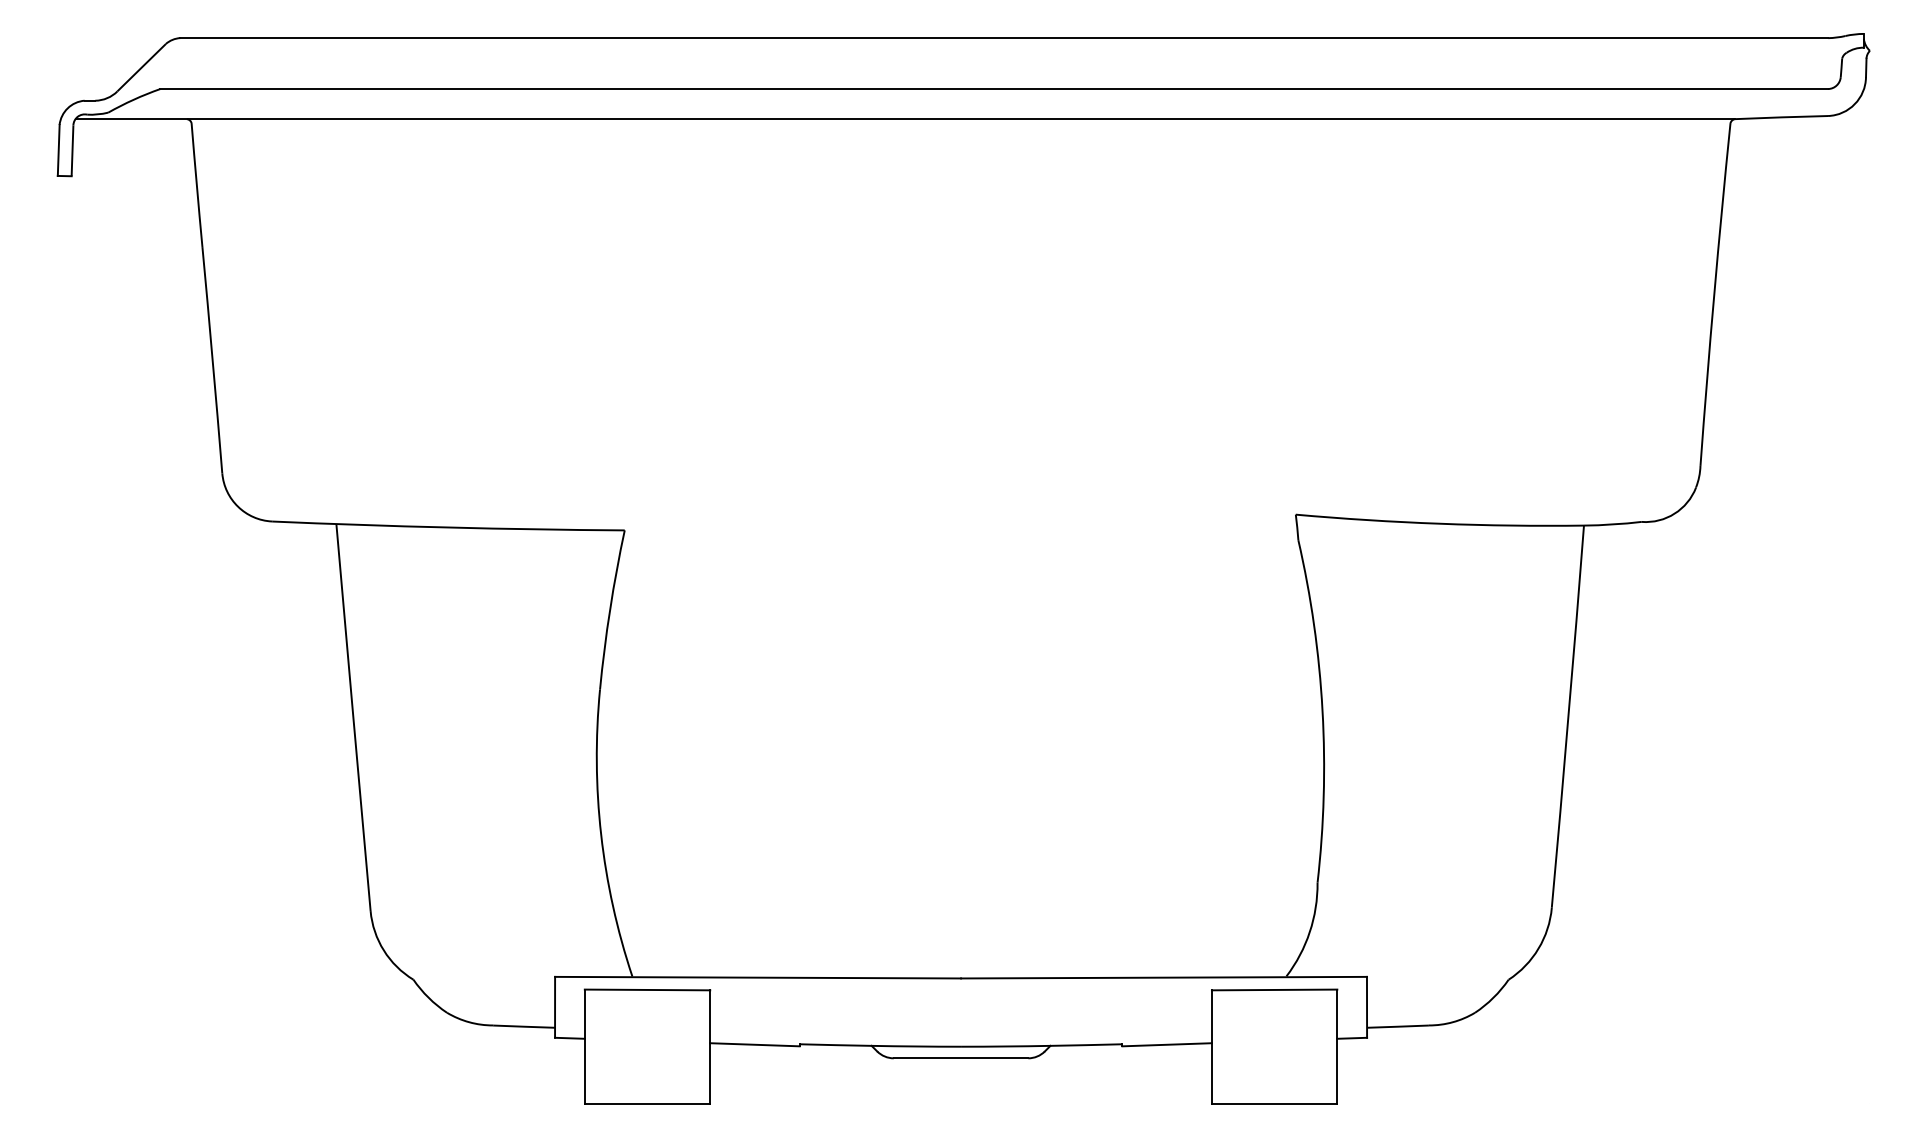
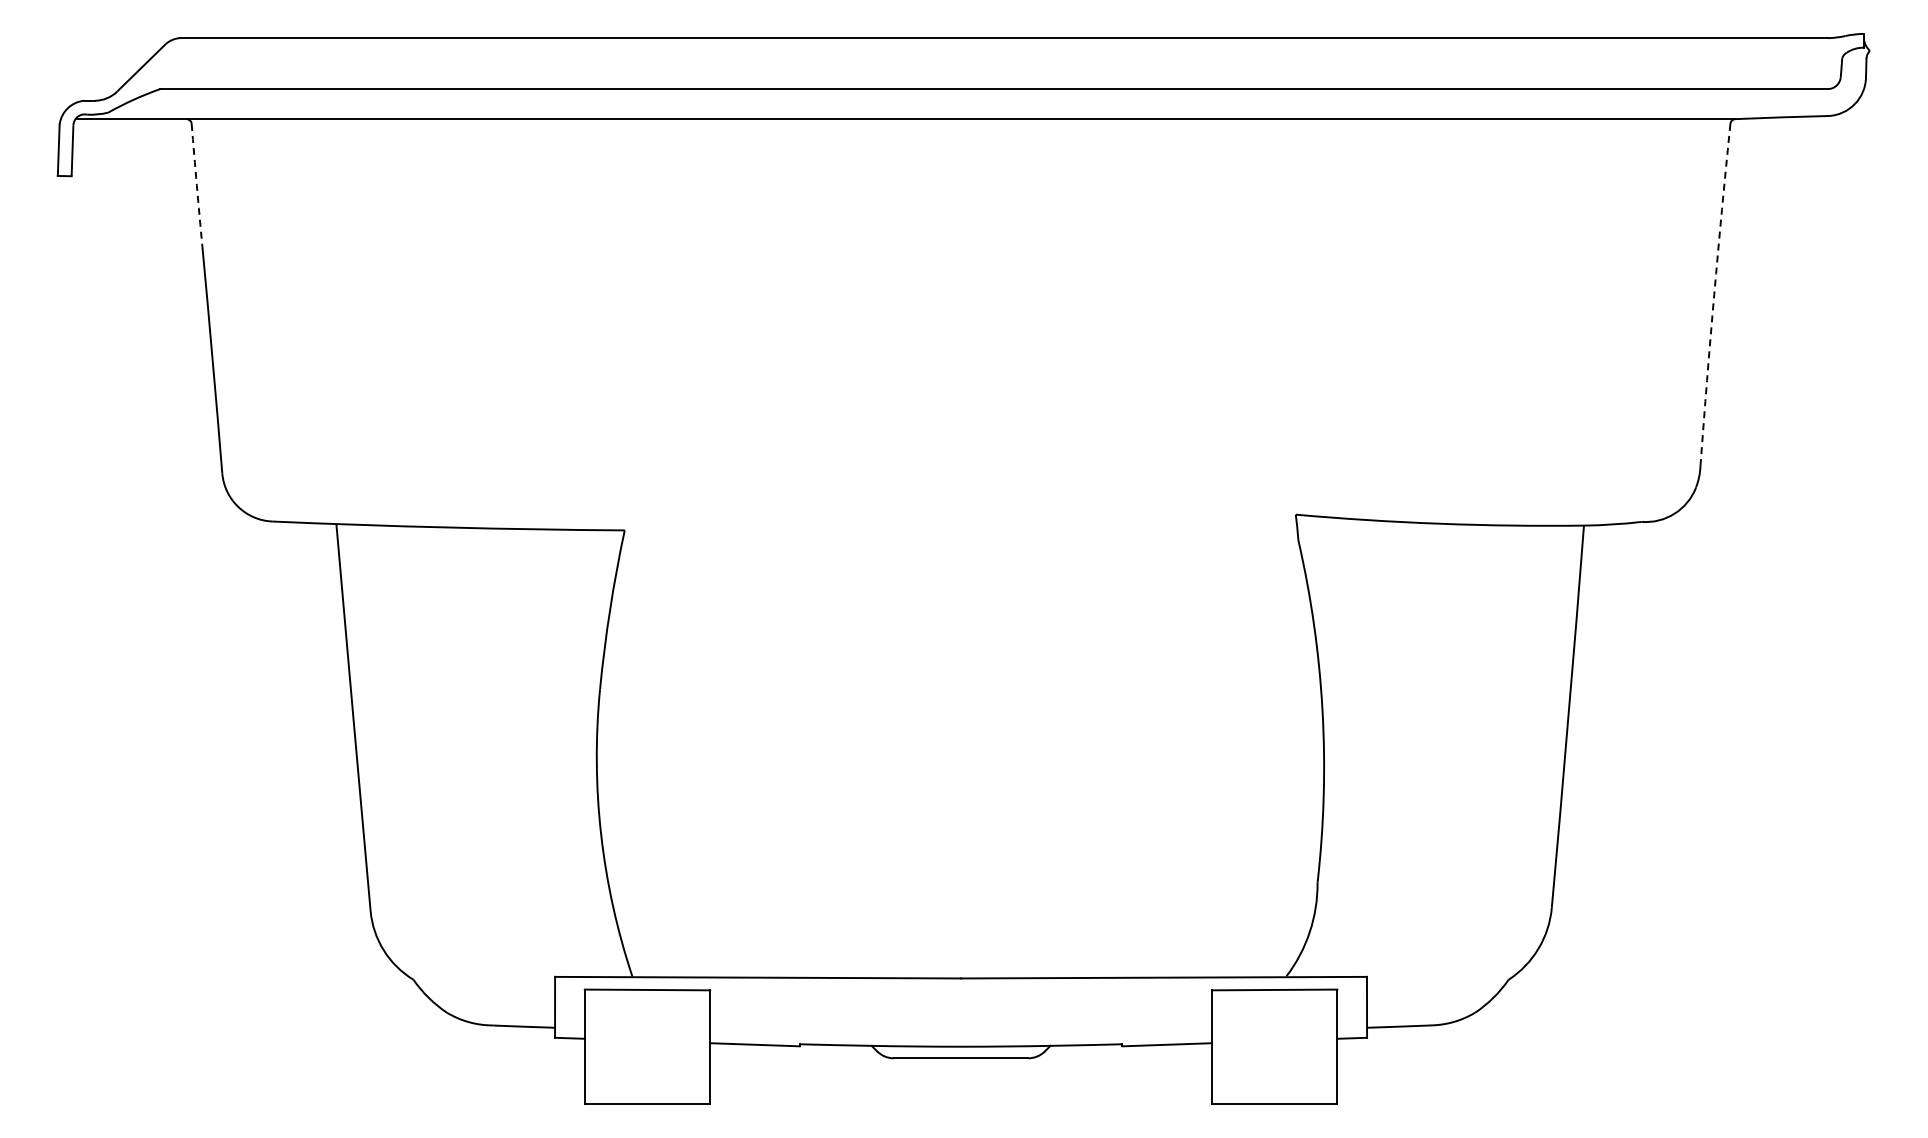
arc at (196, 185): solid -> dashed
arc at (1714, 294): solid -> dashed
